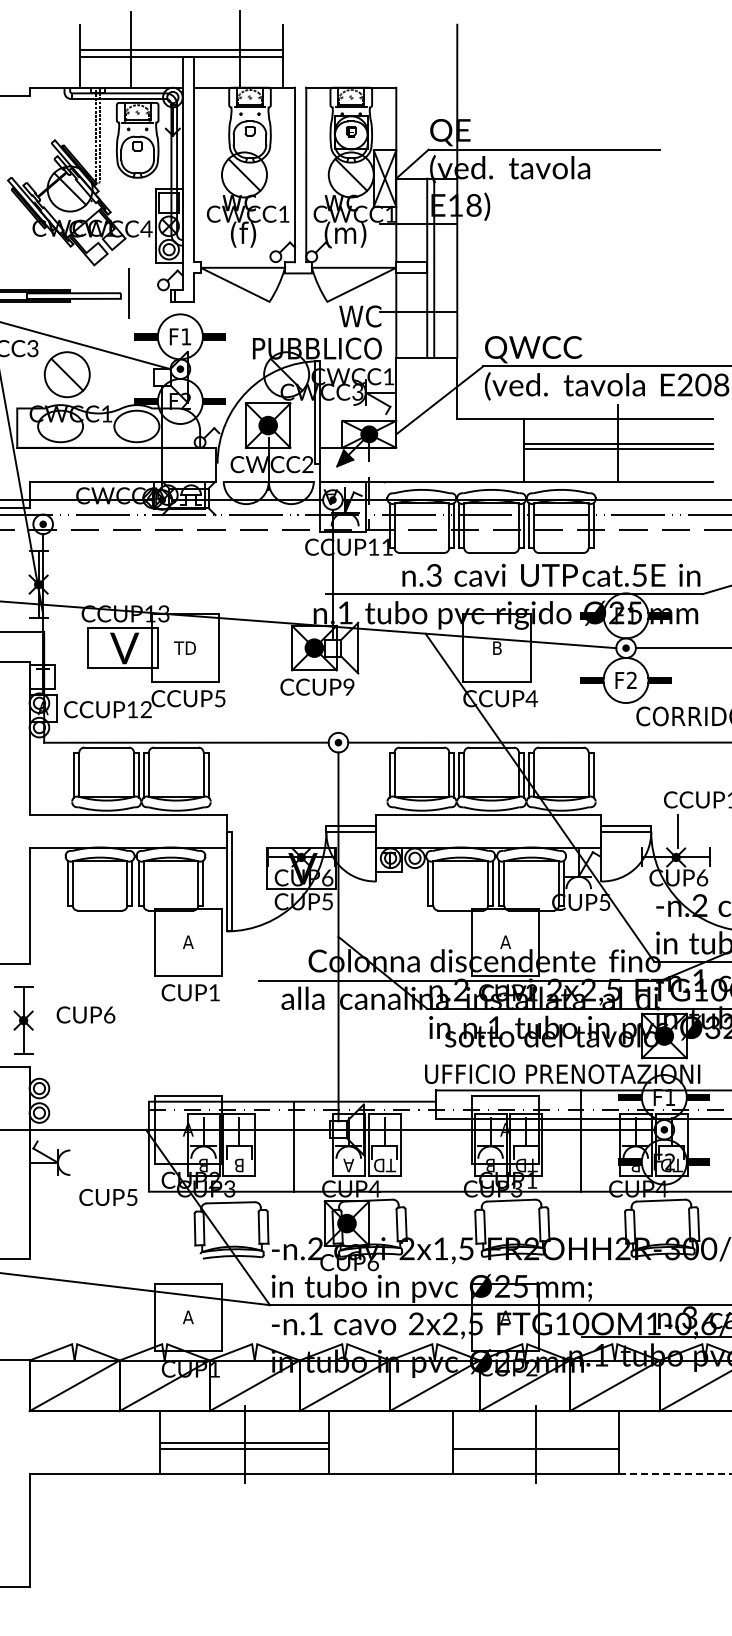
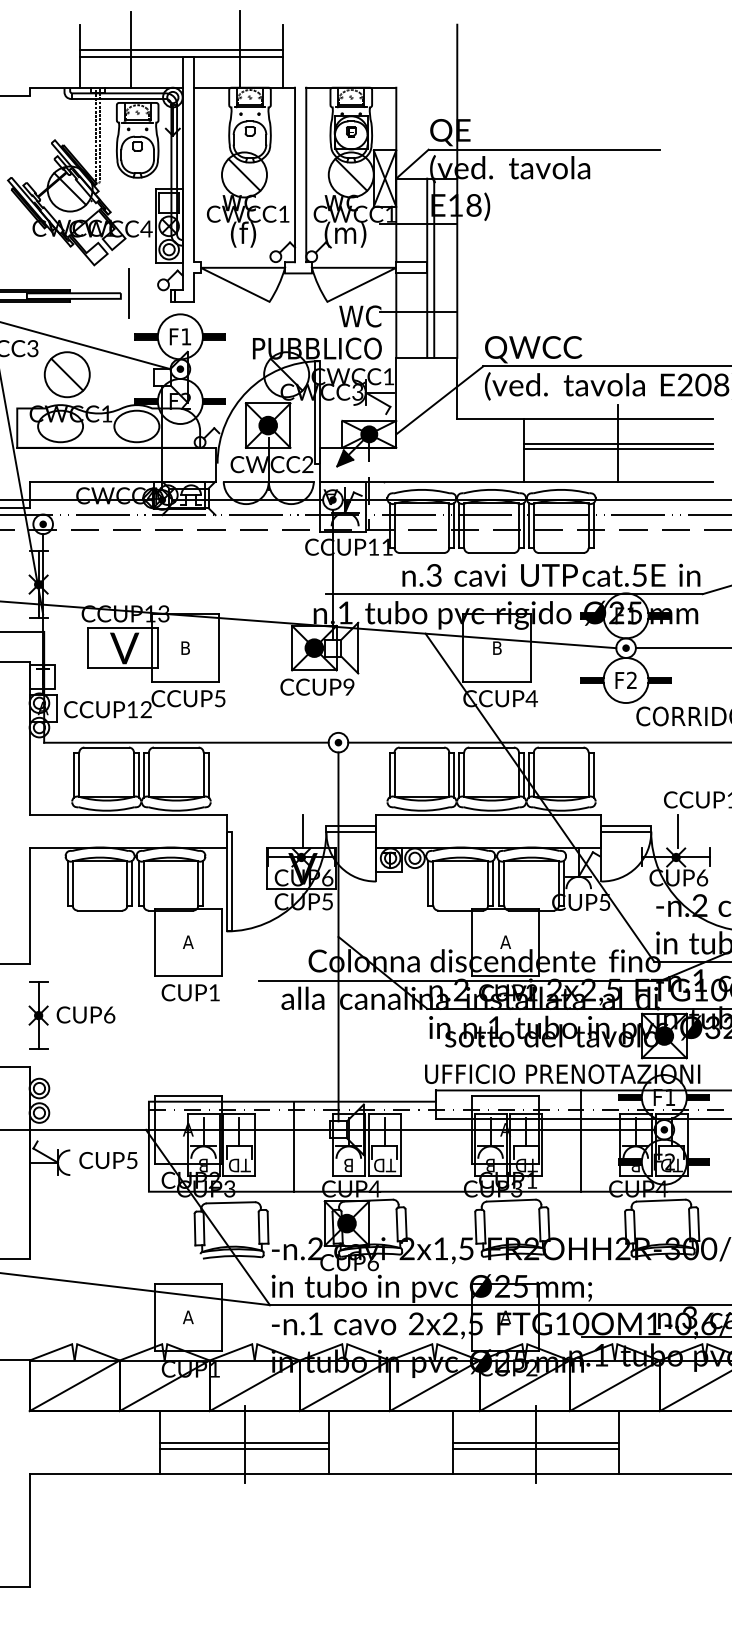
text at (184, 647): TD -> B
line at (303, 831): none -> present
part at (23, 1020) position: (23, 1020) -> (38, 1015)
text at (239, 1165): B -> TD
text at (348, 1165): A -> B
text at (108, 1197) position: (108, 1197) -> (108, 1160)
line at (535, 1443): none -> present
line at (675, 1474): dashed -> solid
